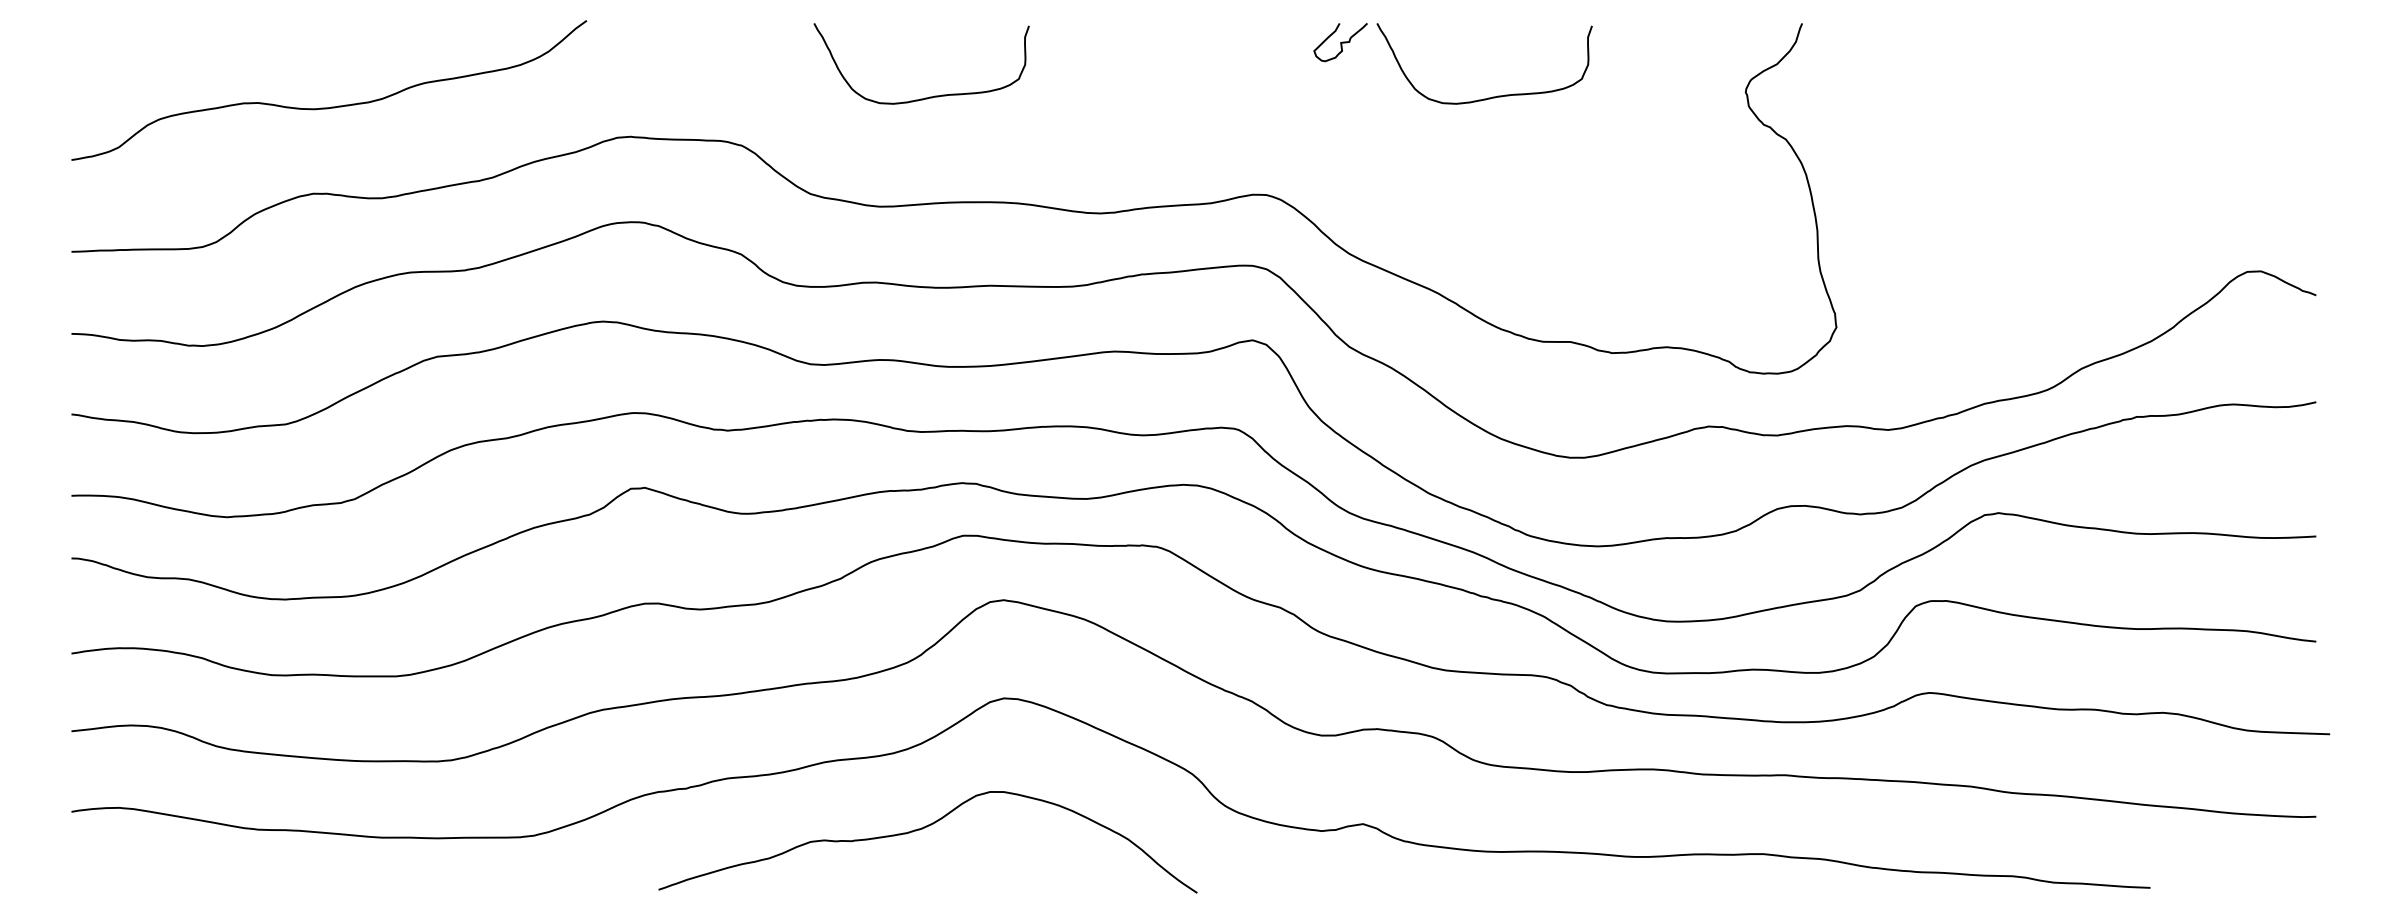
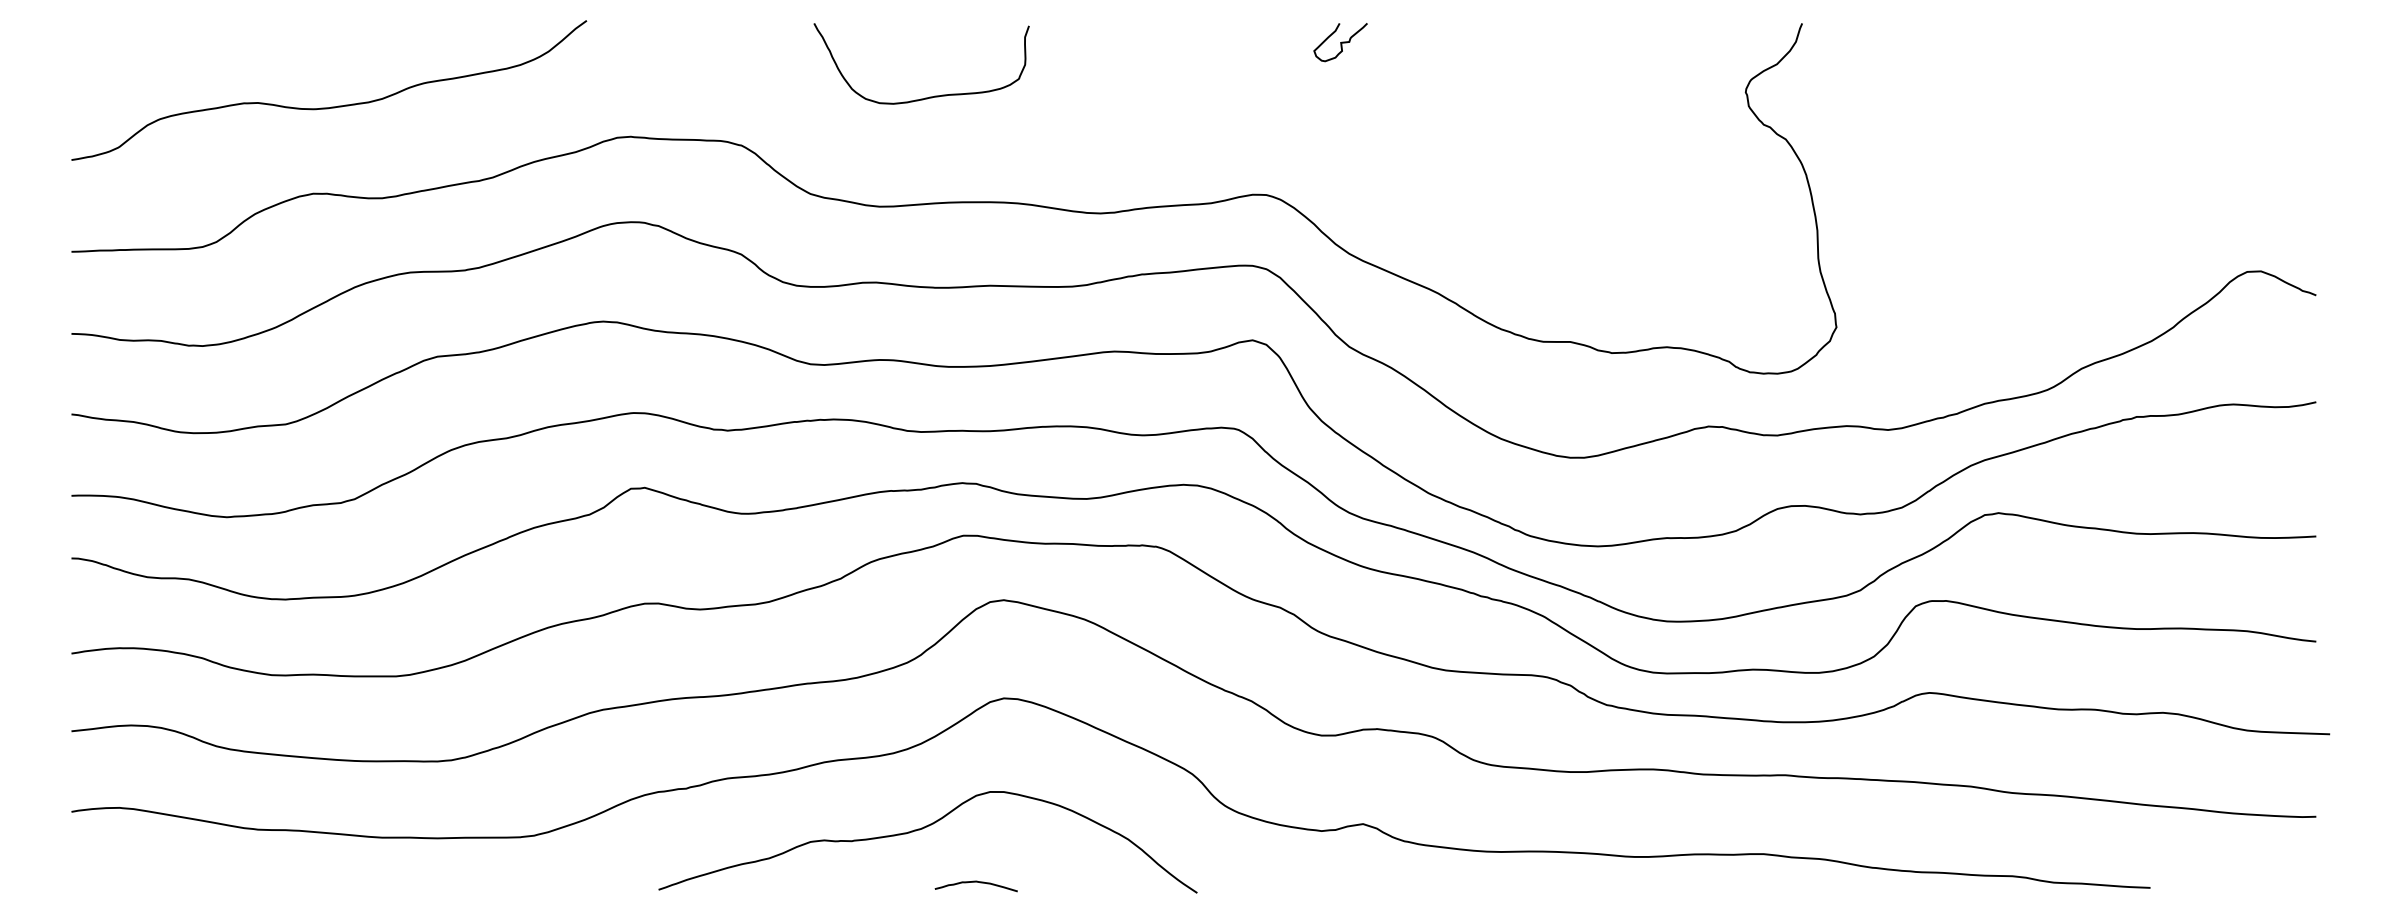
curve at (1492, 96): present -> none
curve at (975, 882): none -> present
